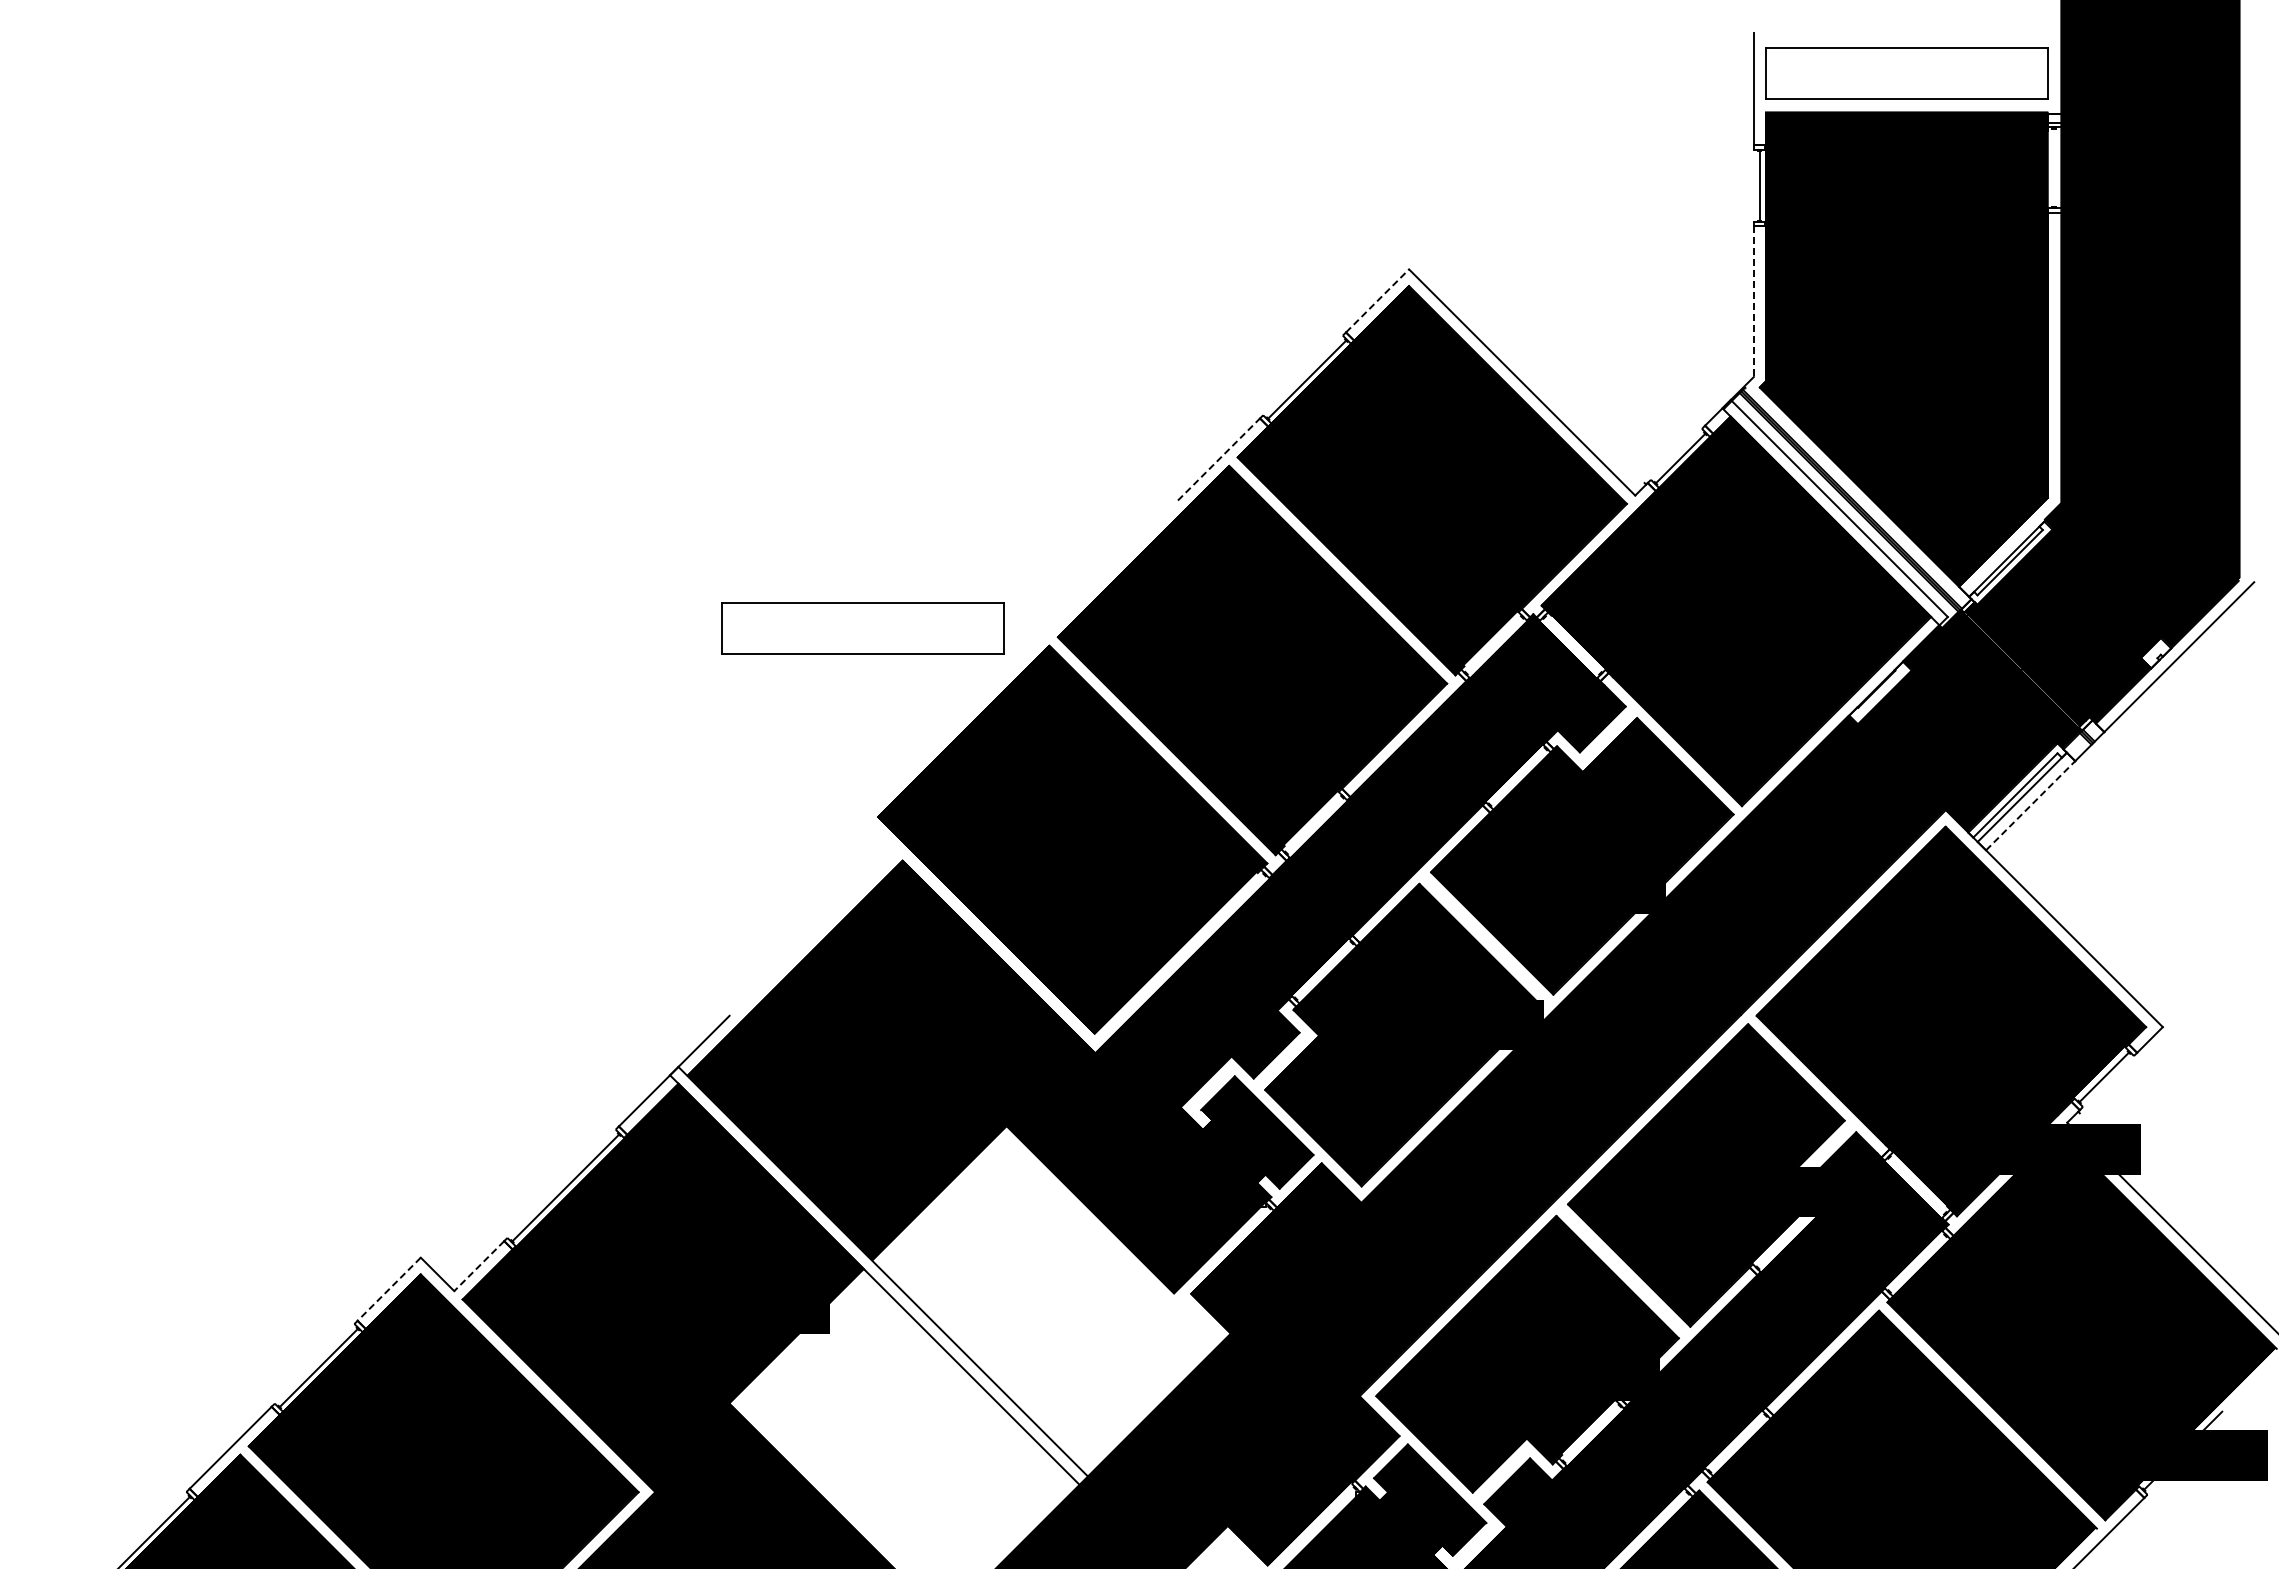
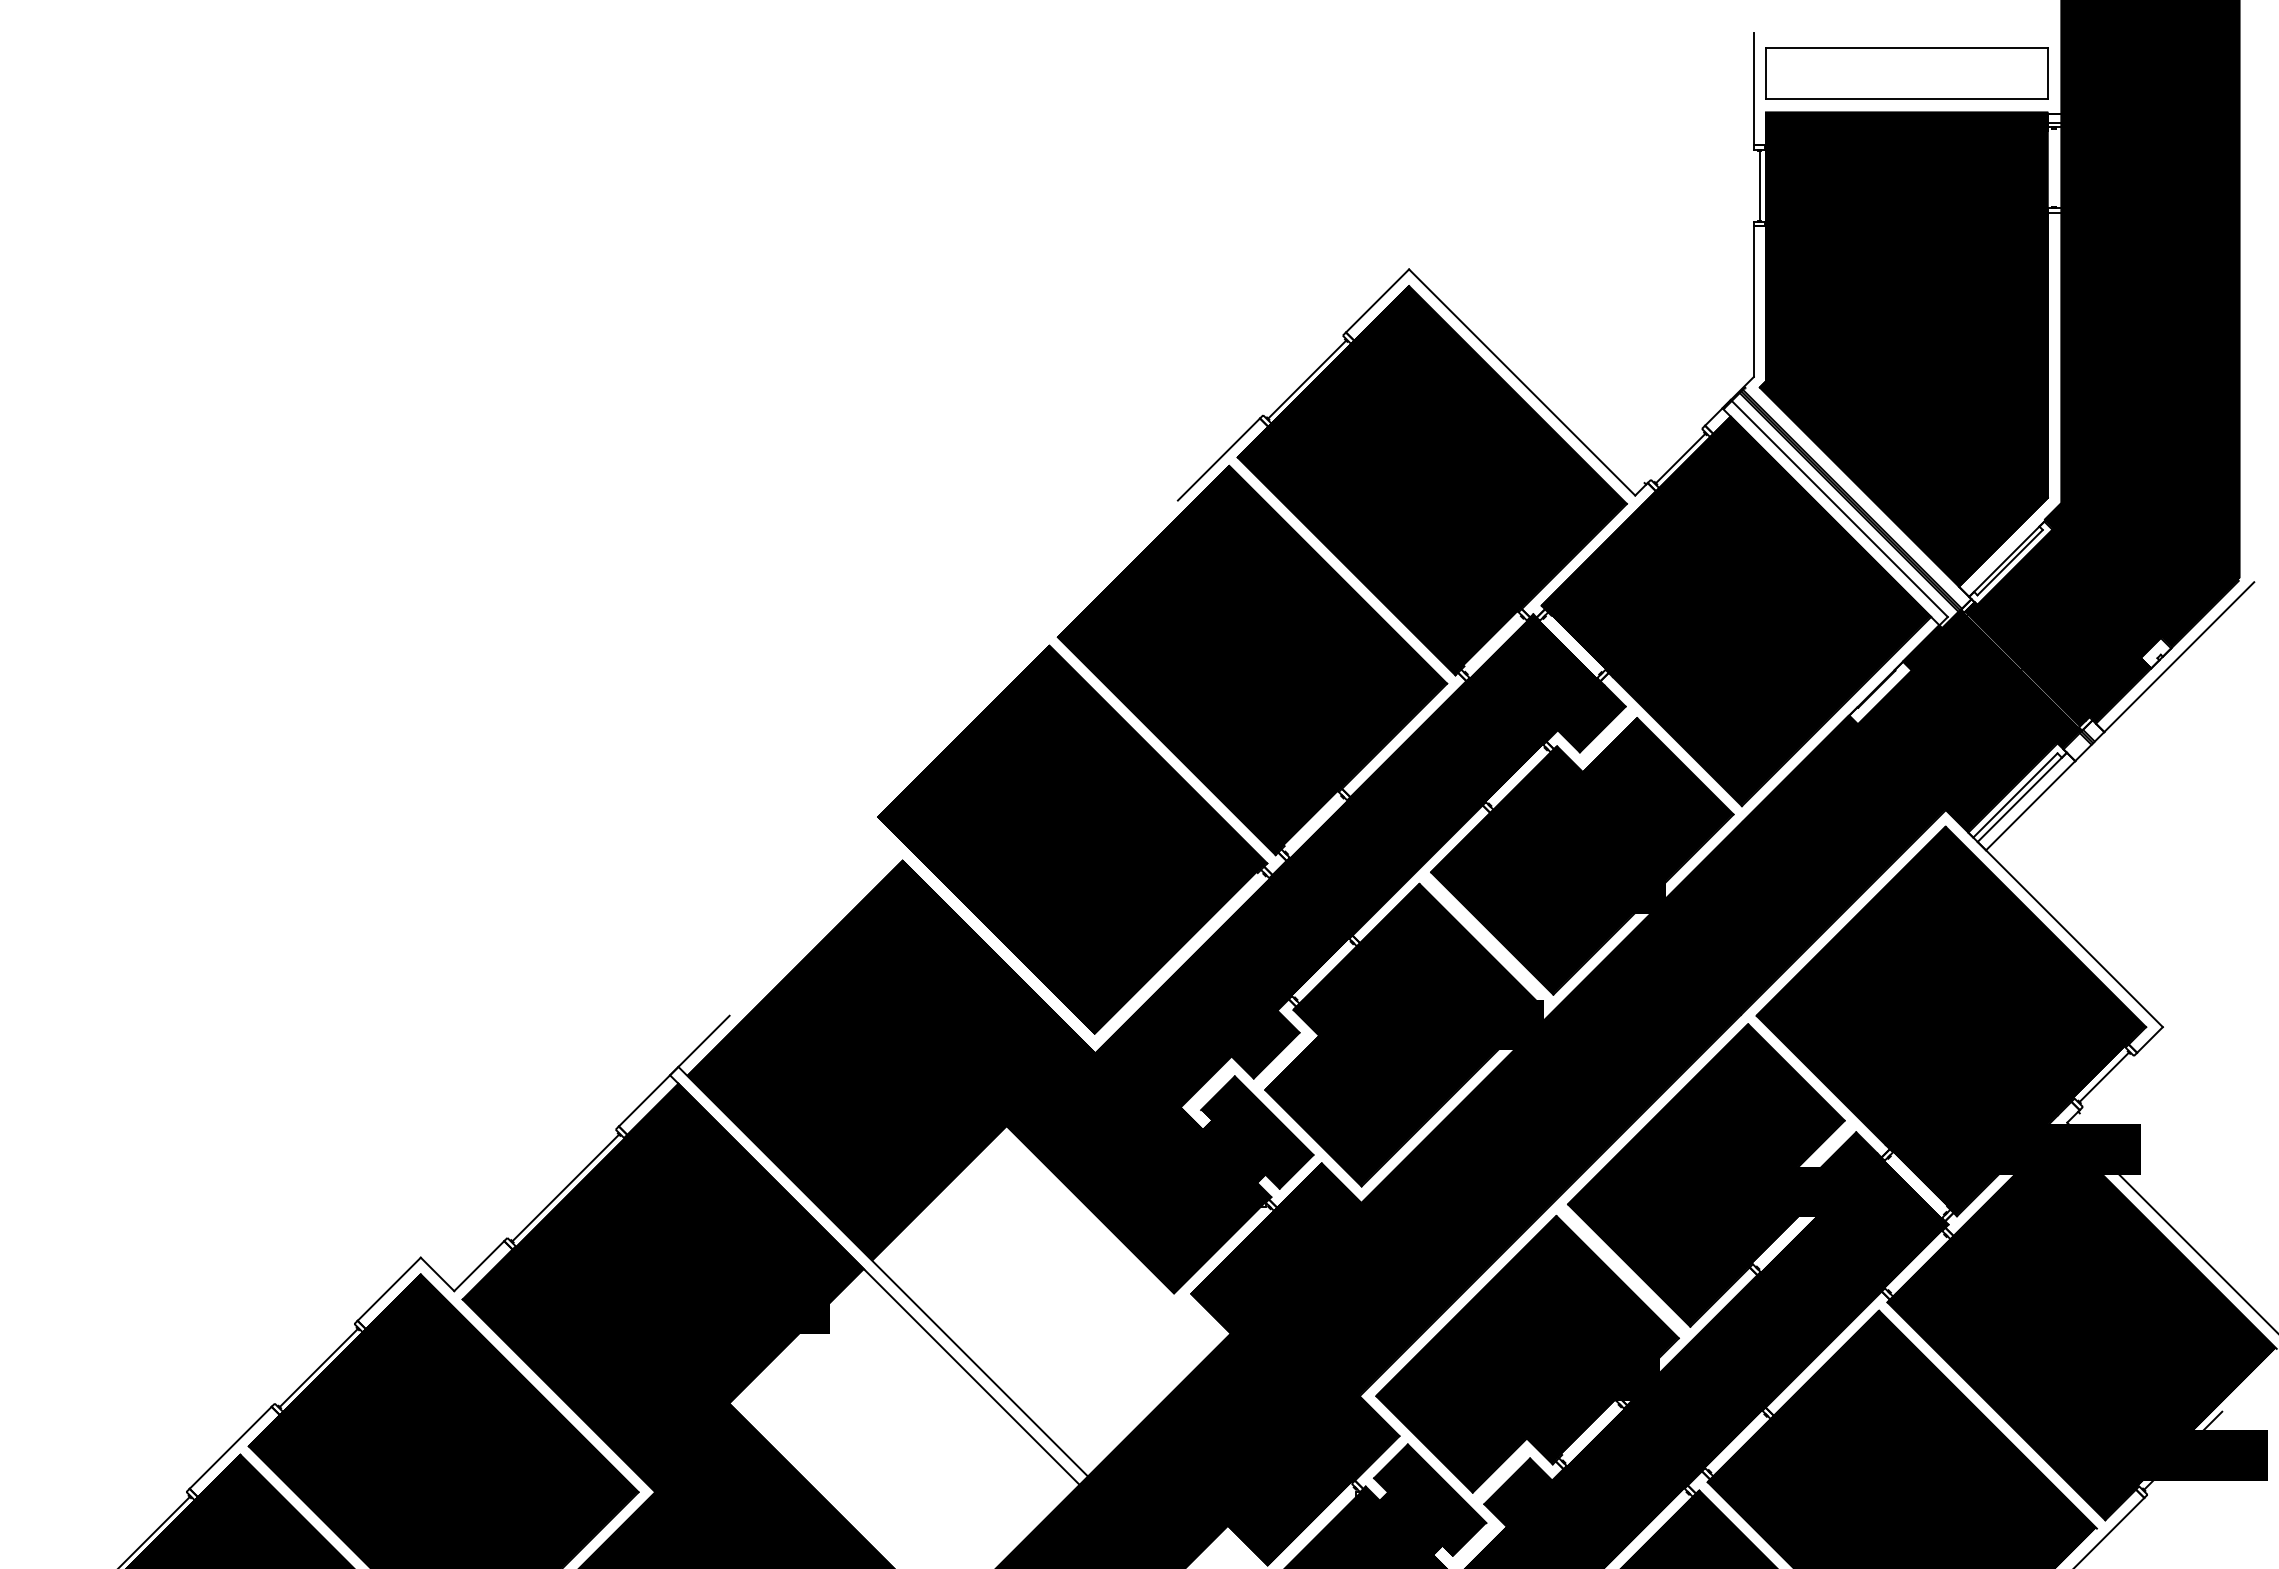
line at (1377, 300): dashed -> solid
line at (1753, 302): dashed -> solid
line at (1219, 459): dashed -> solid
part at (862, 628): present -> none
line at (2031, 805): dashed -> solid
line at (478, 1266): dashed -> solid
line at (389, 1289): dashed -> solid
